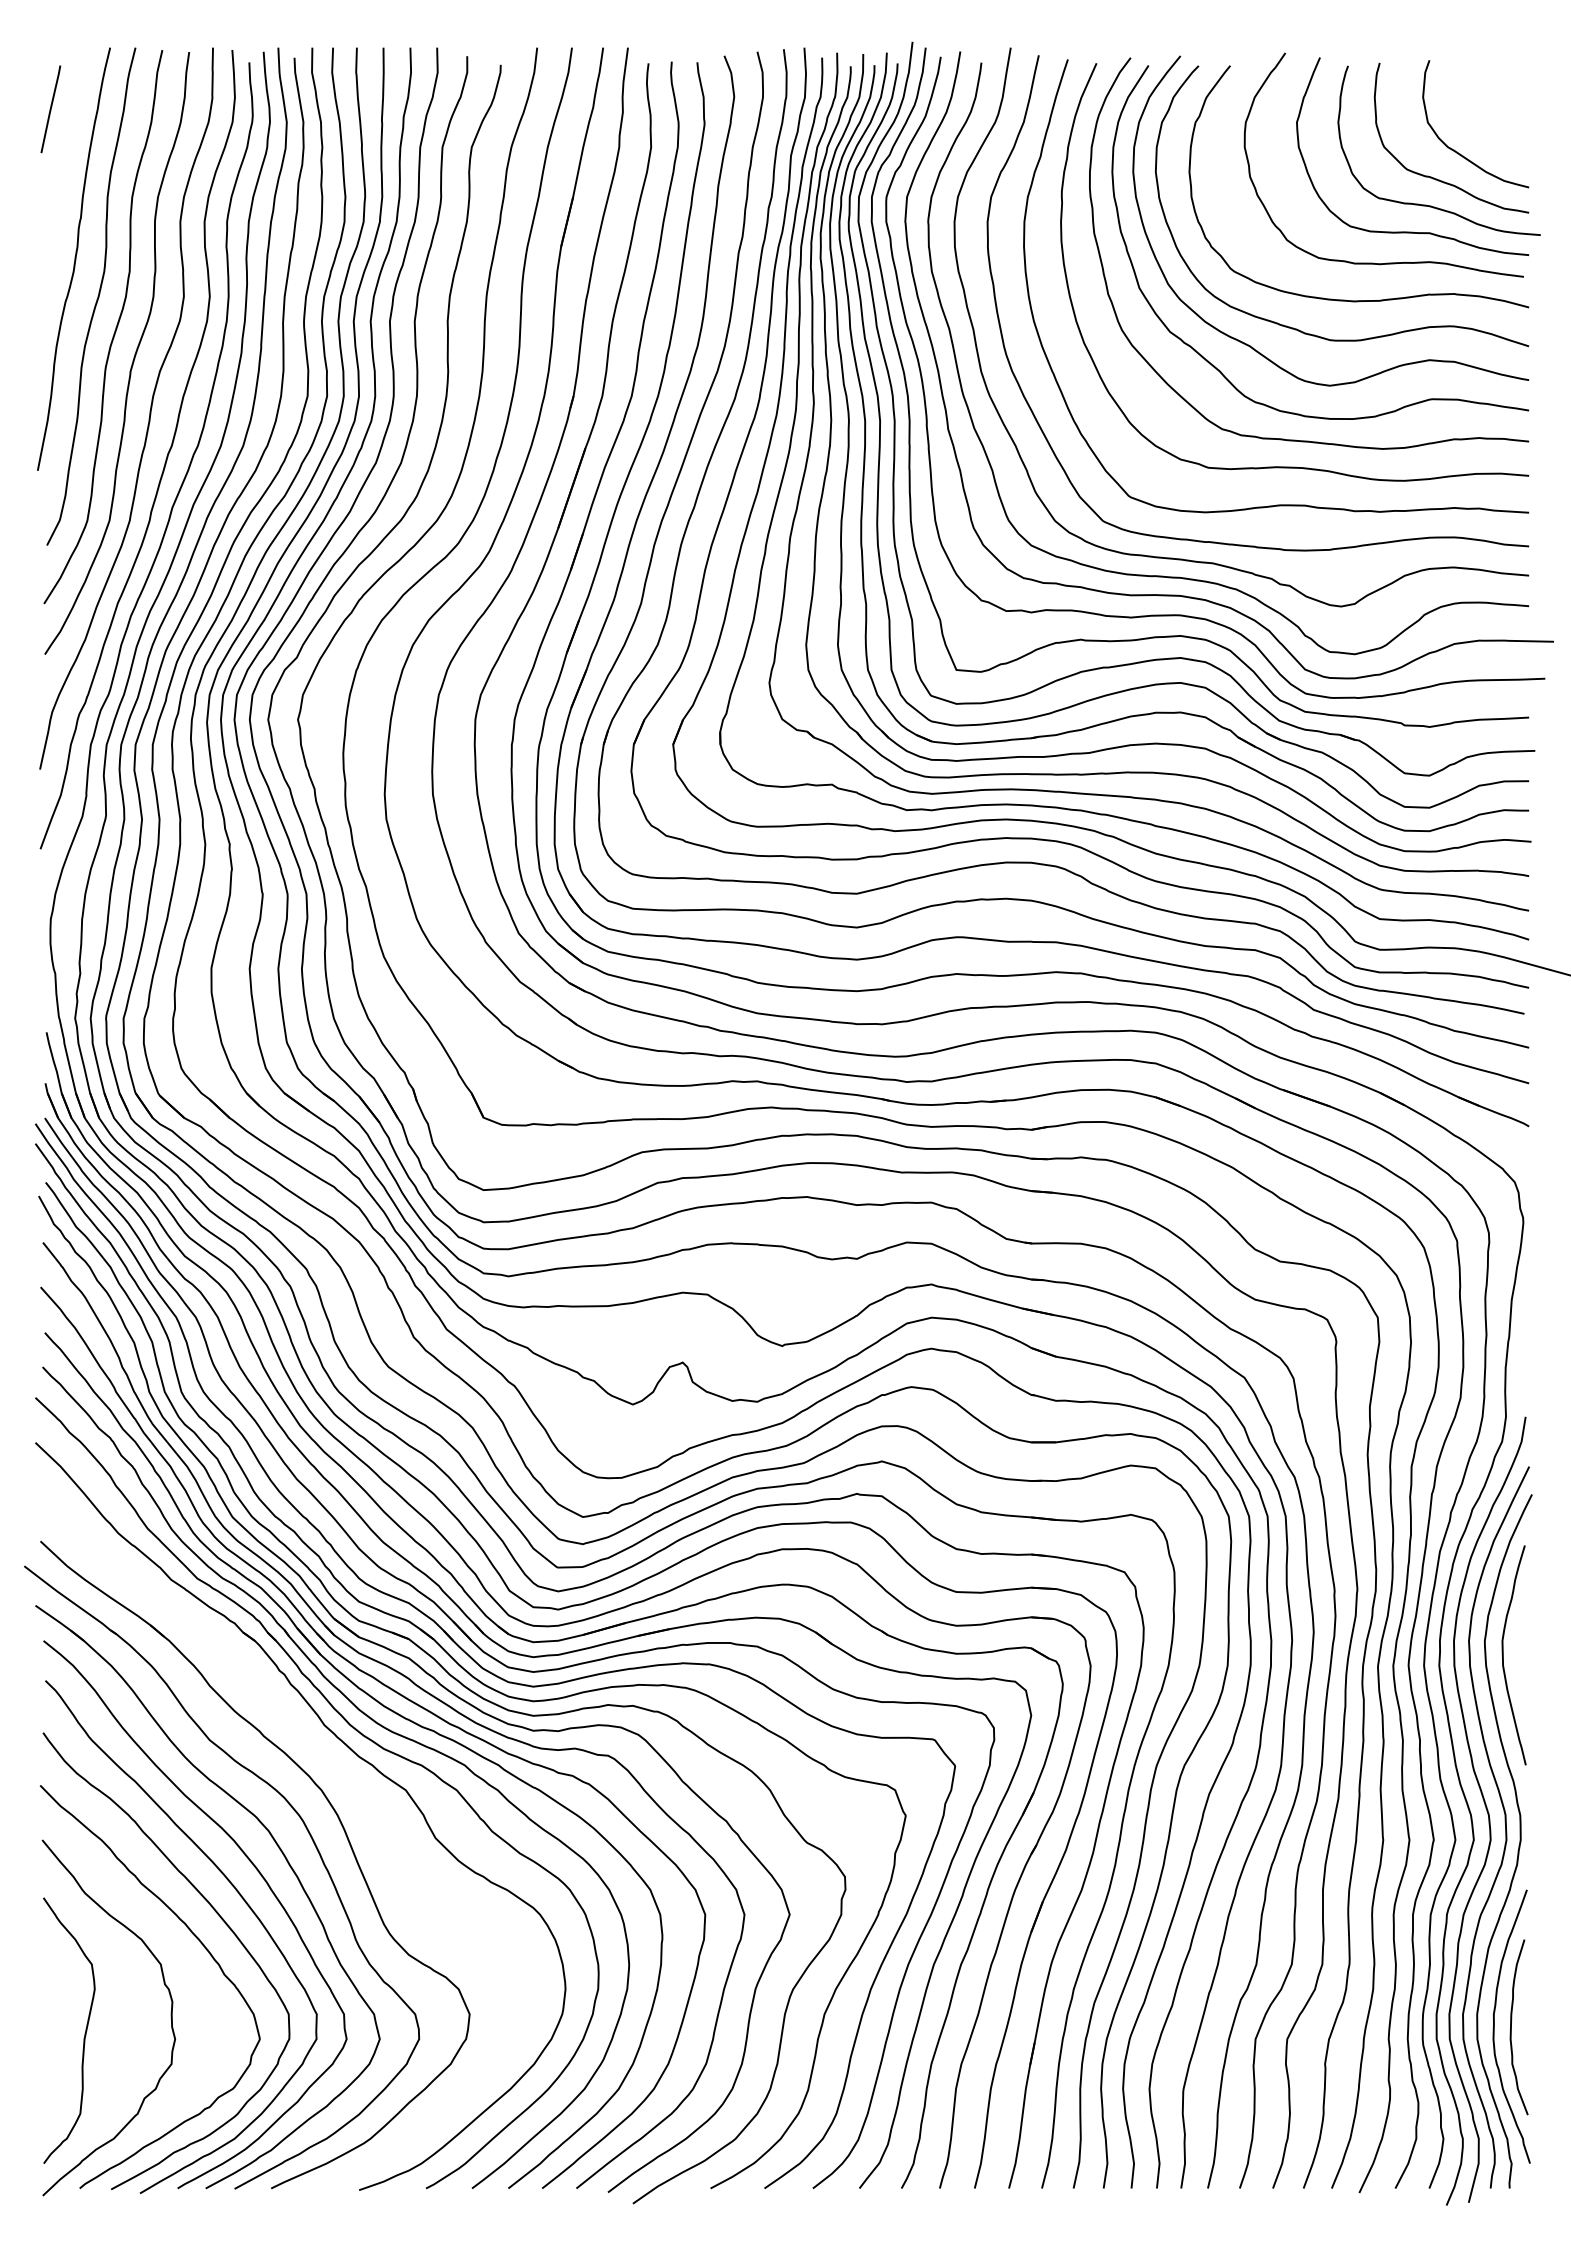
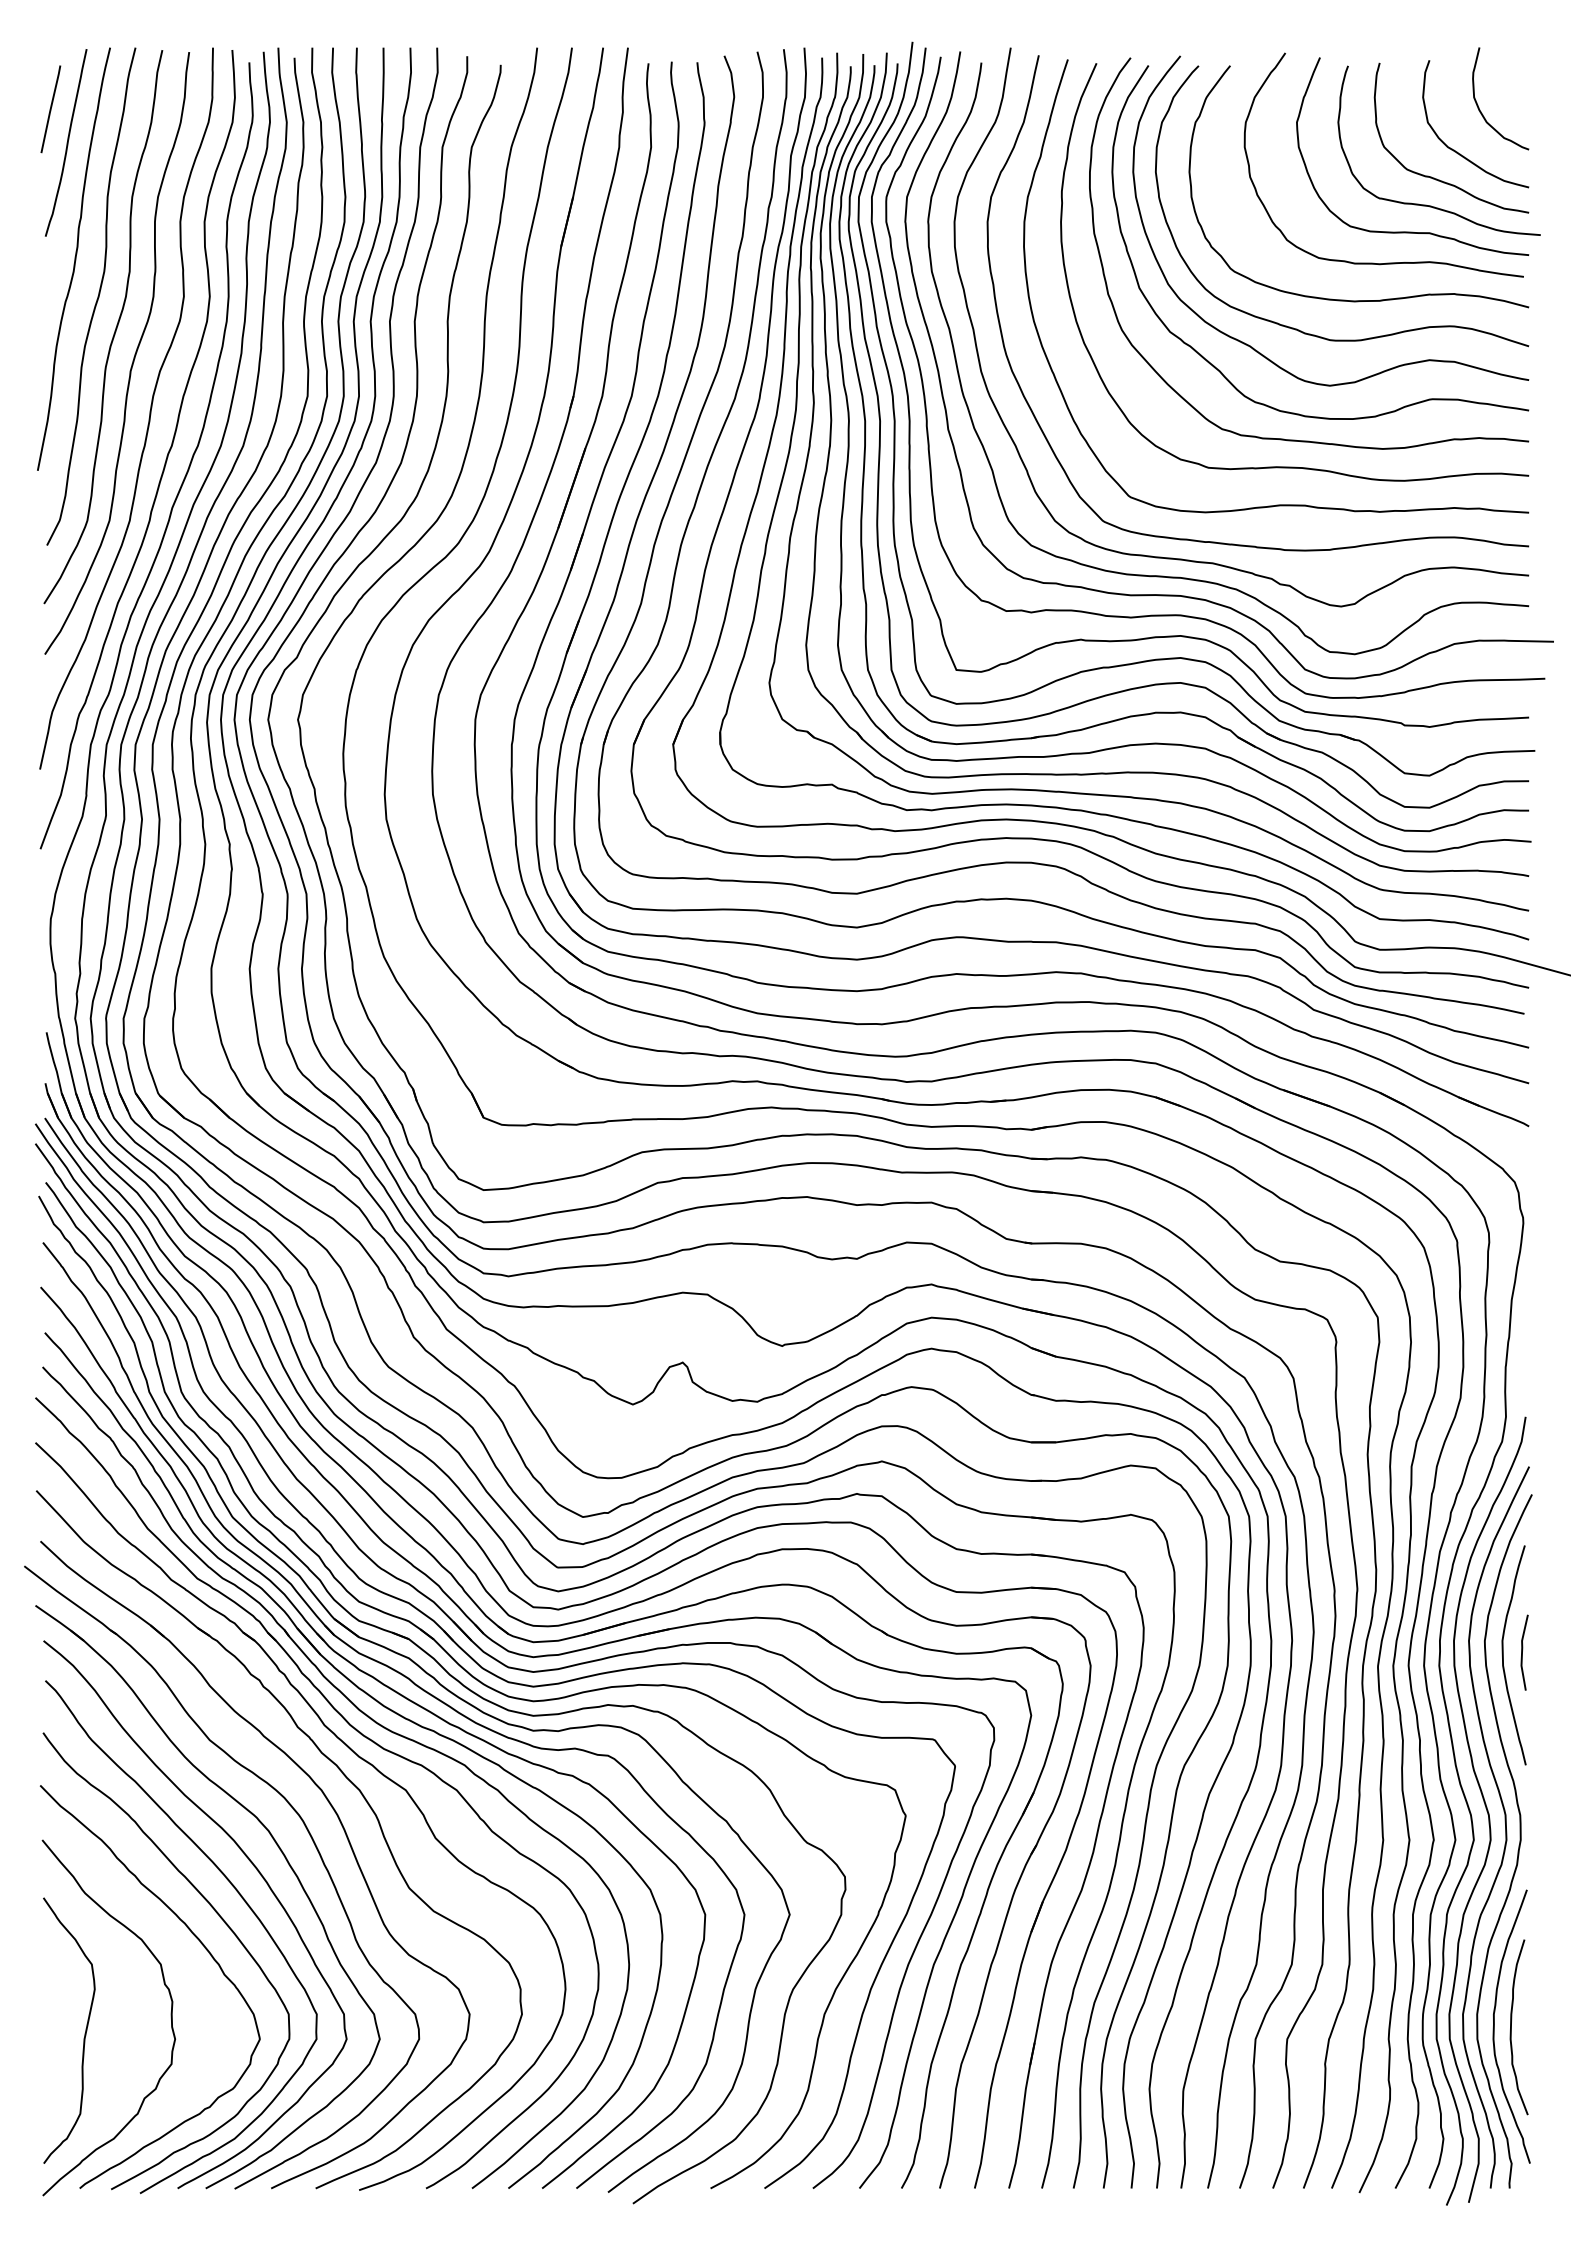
curve at (1480, 109): none -> present
curve at (66, 142): none -> present
line at (1522, 1652): none -> present
part at (342, 1774): none -> present
